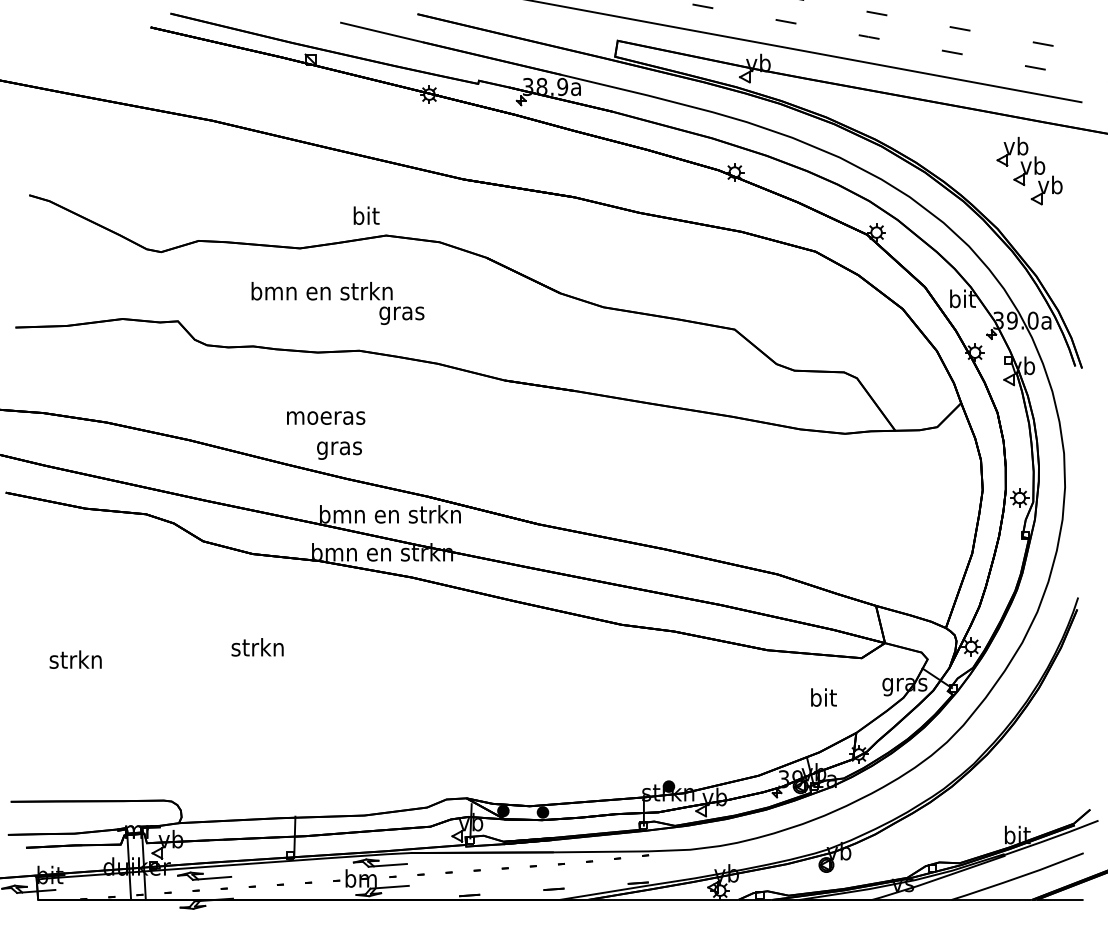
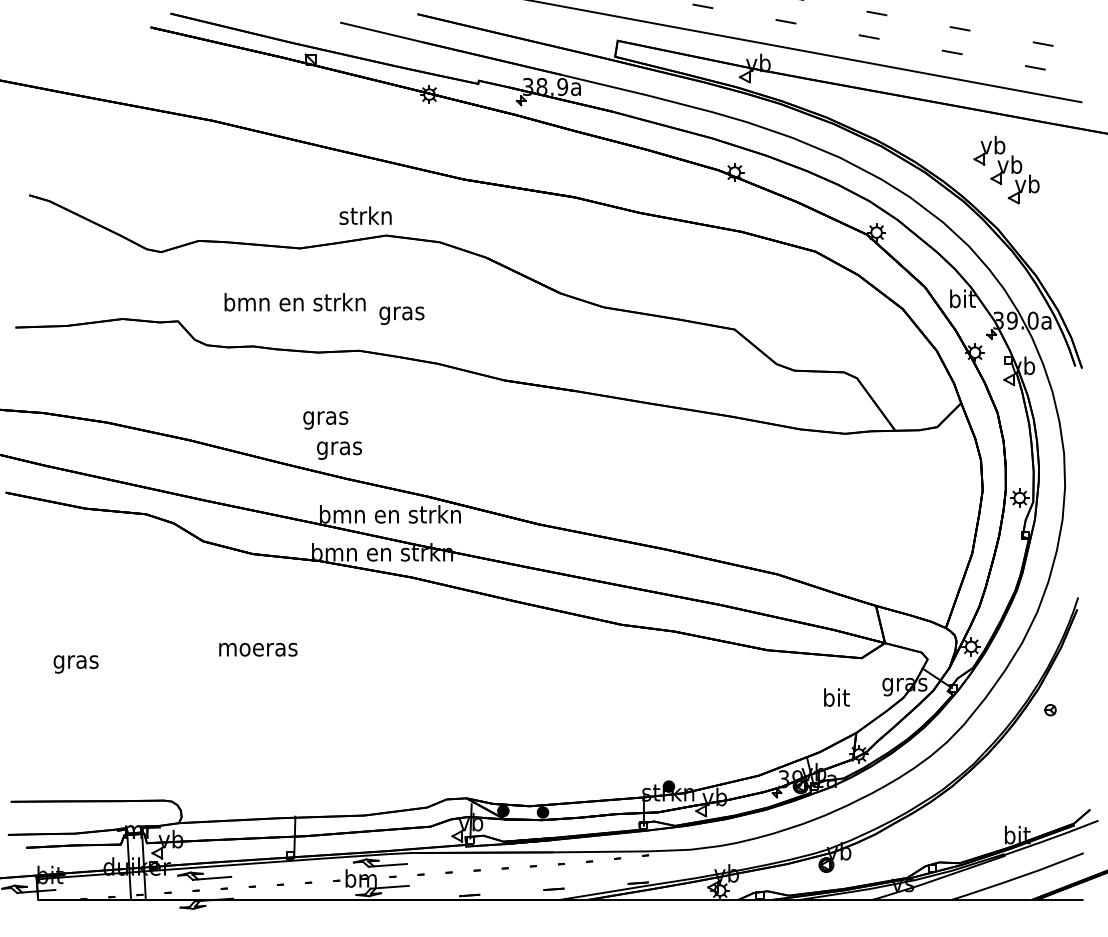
part at (1029, 171) position: (1029, 171) -> (1006, 170)
text at (365, 215): bit -> strkn
text at (321, 291) position: (321, 291) -> (294, 302)
text at (326, 420): moeras -> gras
text at (258, 647): strkn -> moeras
text at (75, 661): strkn -> gras
text at (823, 697) position: (823, 697) -> (836, 697)
part at (1050, 710): none -> present
